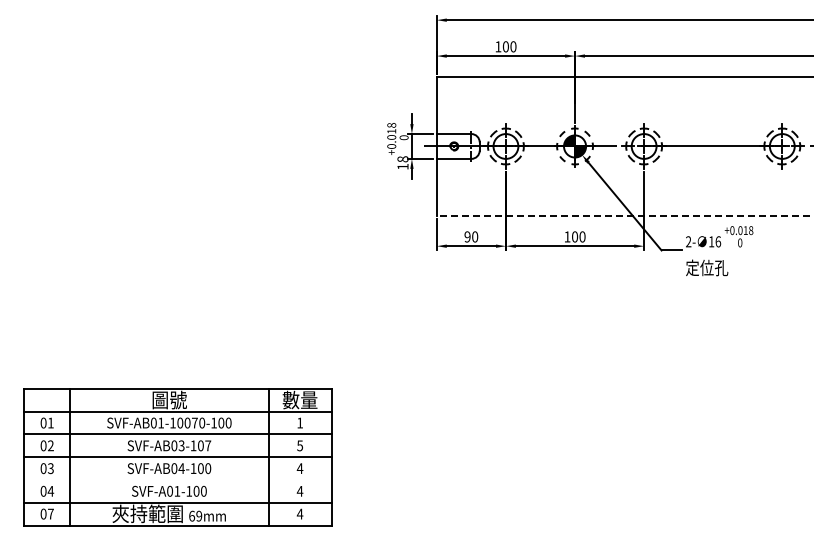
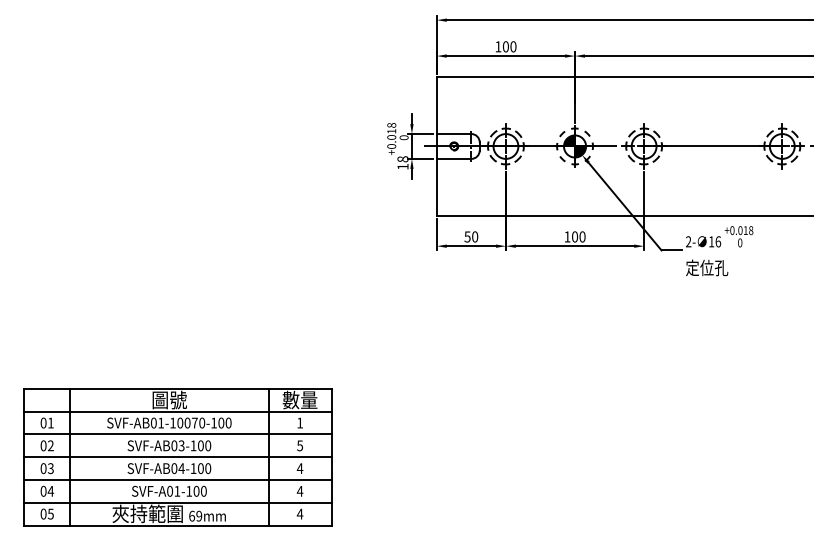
line at (624, 215): dashed -> solid
text at (467, 236): 90 -> 50
text at (208, 445): SVF-AB03-107 -> SVF-AB03-100
line at (177, 479): none -> present
text at (50, 513): 07 -> 05
